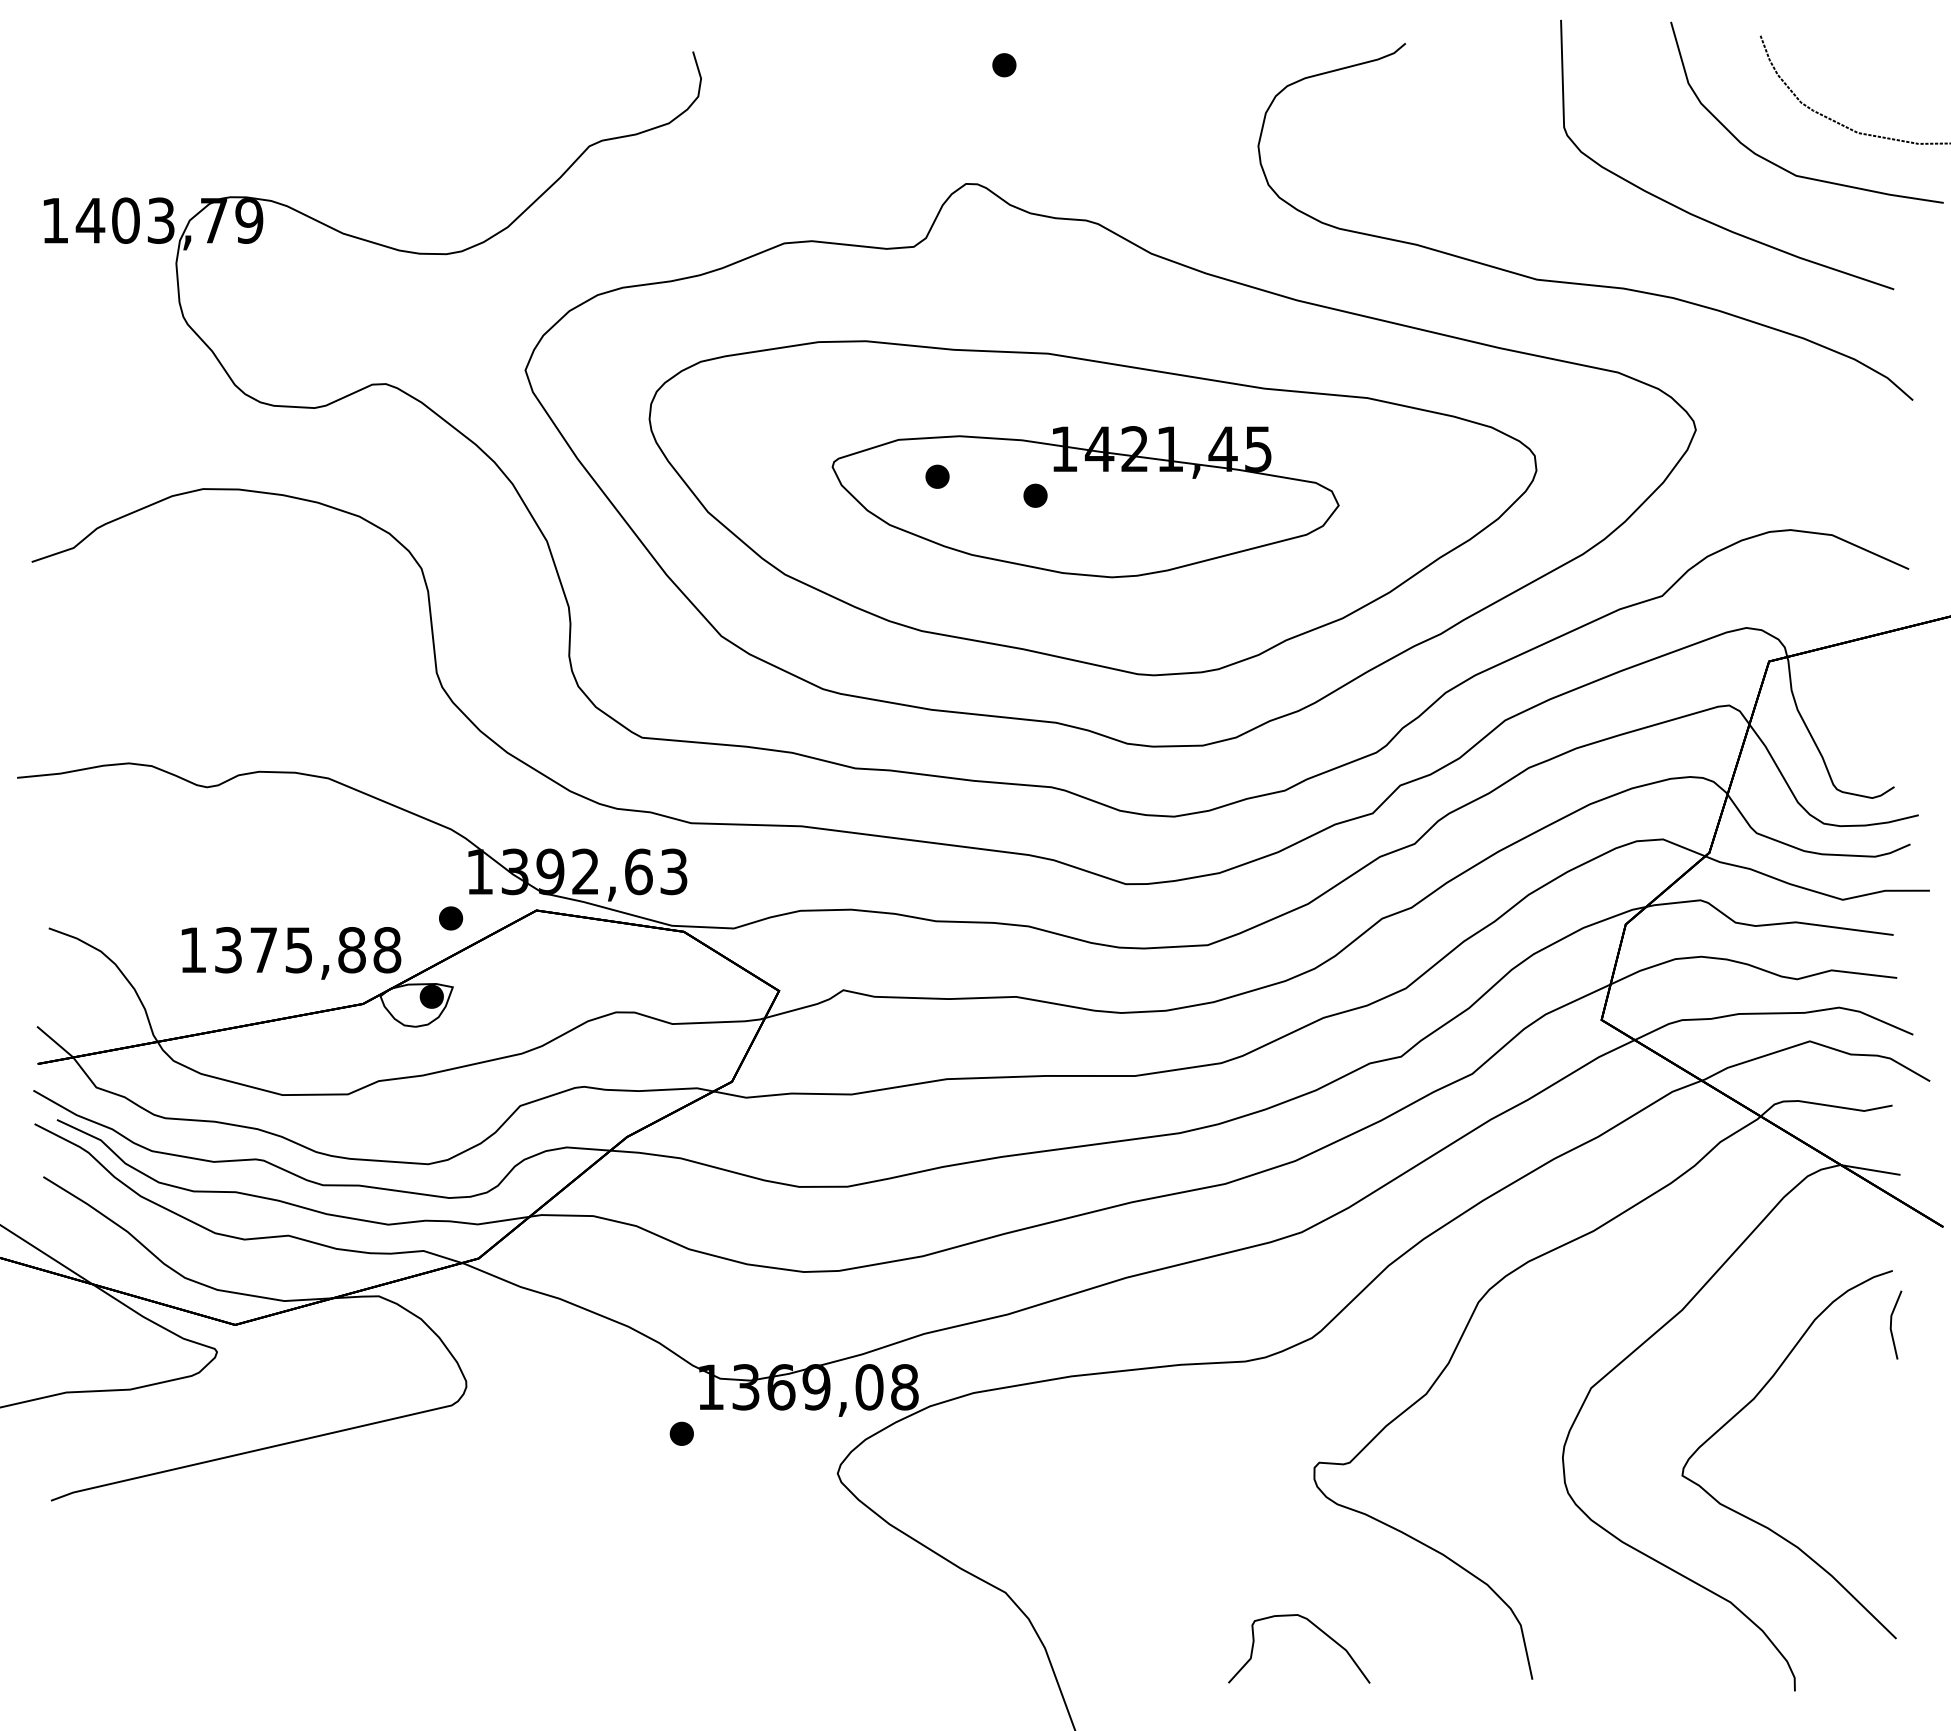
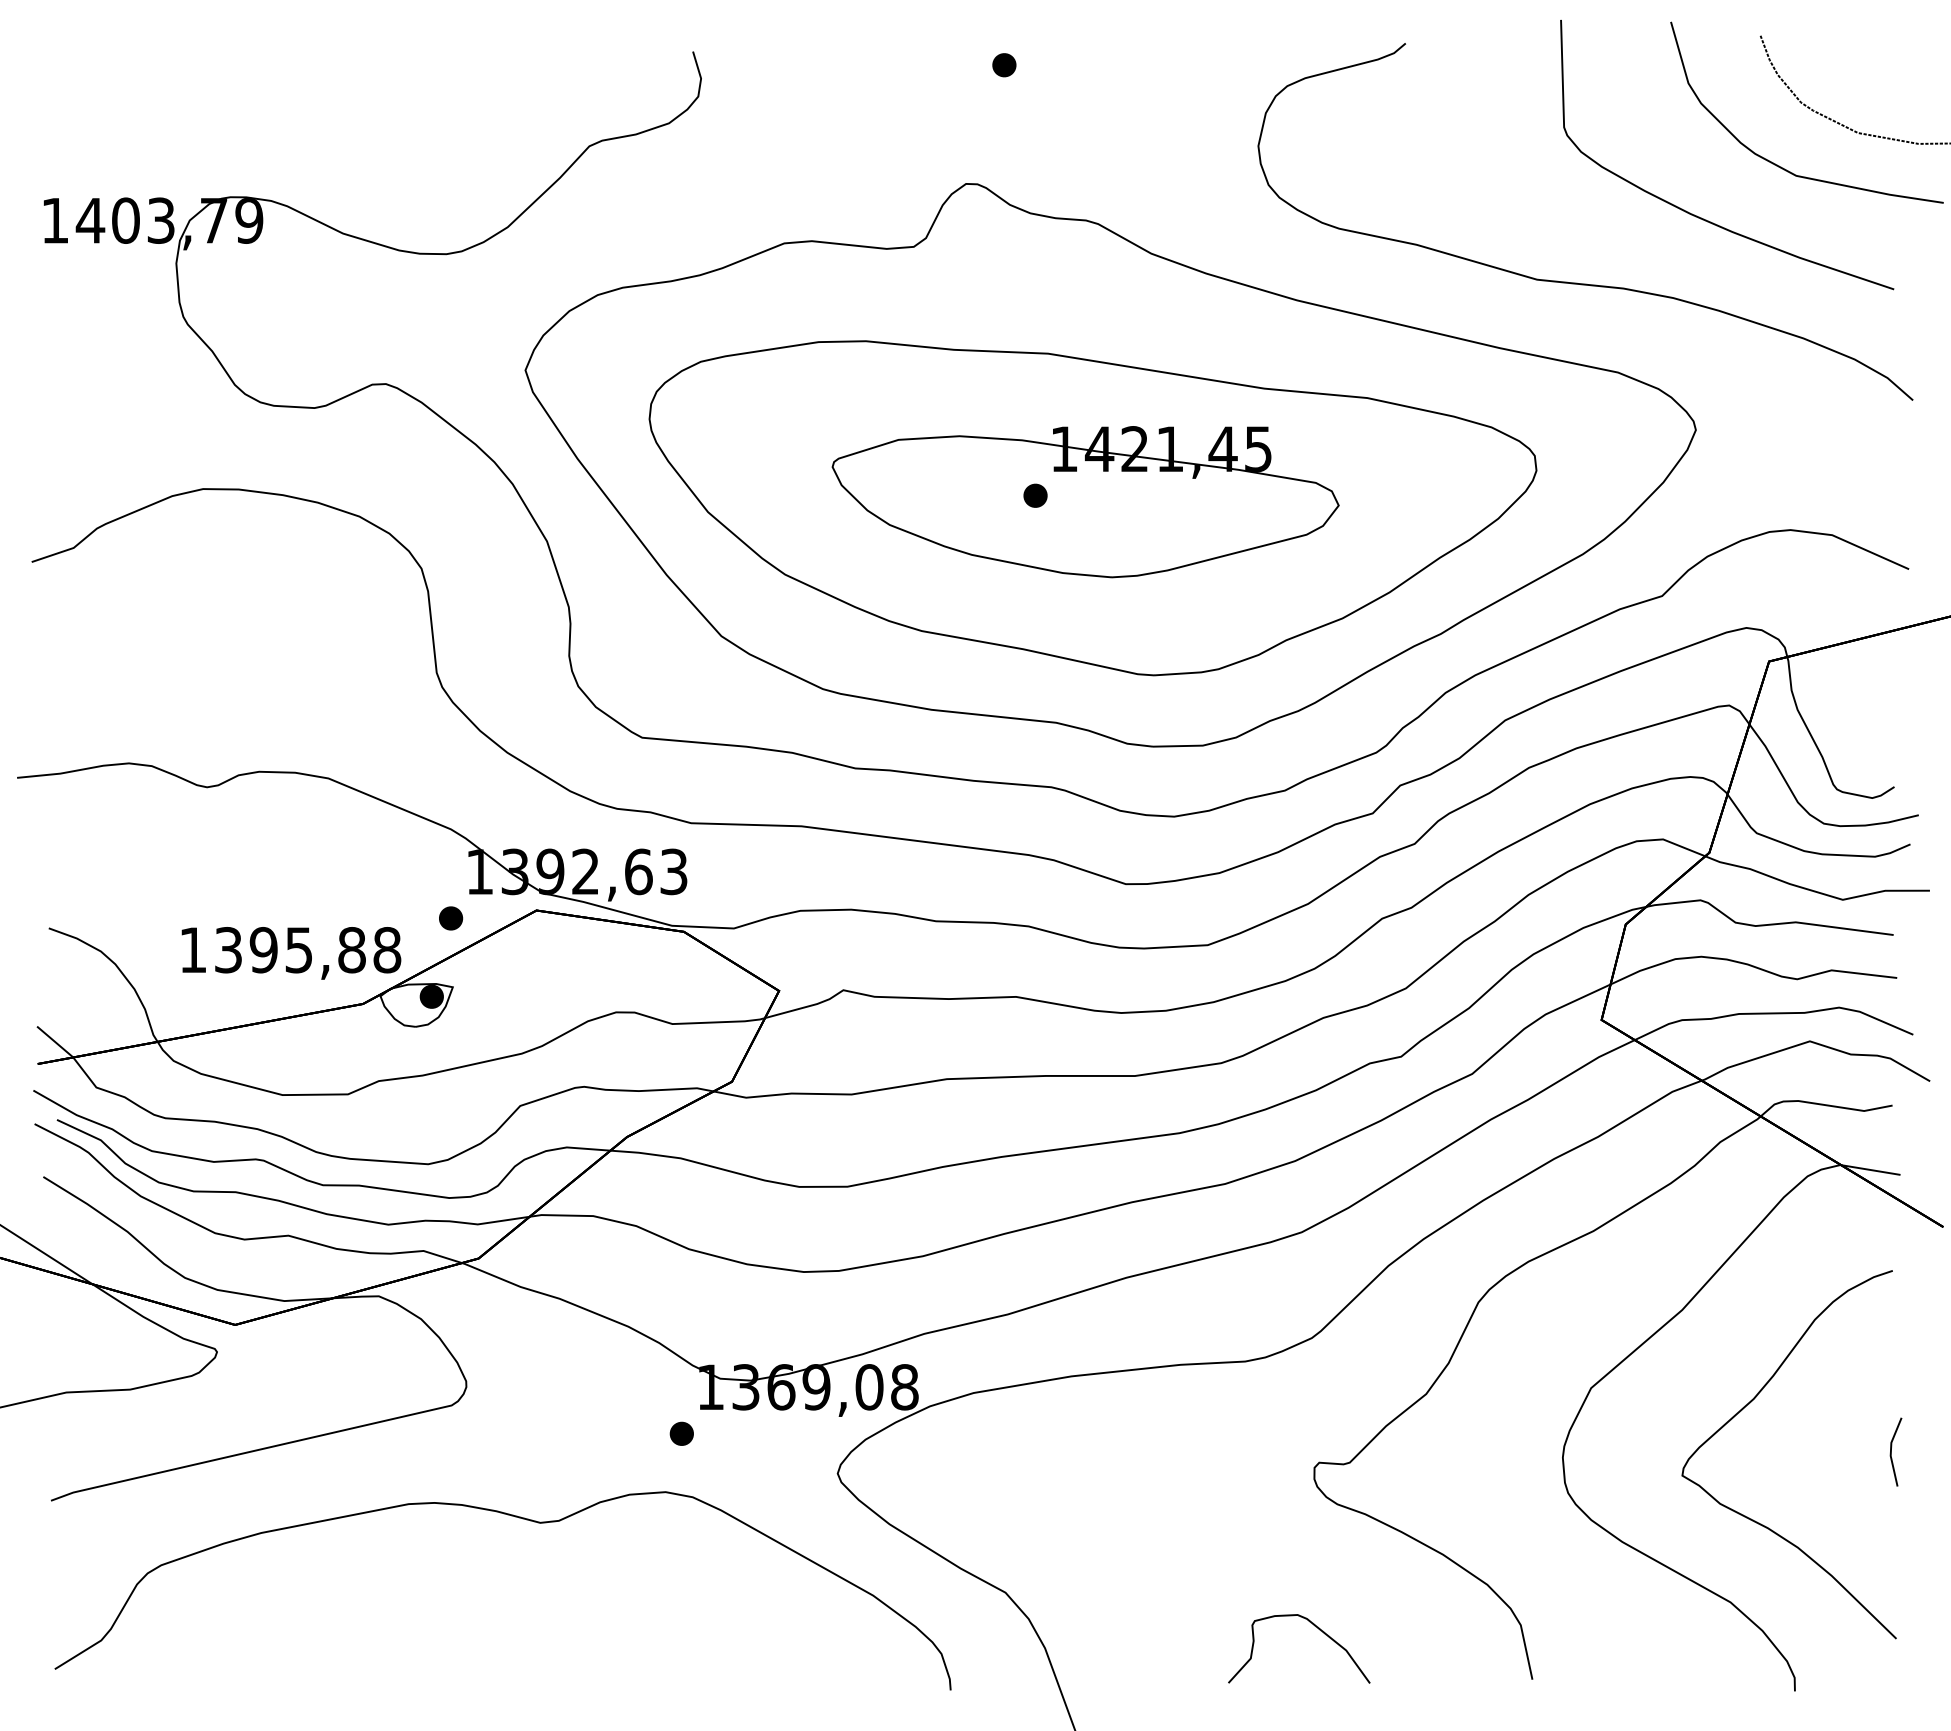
part at (937, 476): present -> none
text at (263, 950): 1375,88 -> 1395,88
line at (1891, 1324) position: (1891, 1324) -> (1891, 1451)
curve at (522, 1519): none -> present
